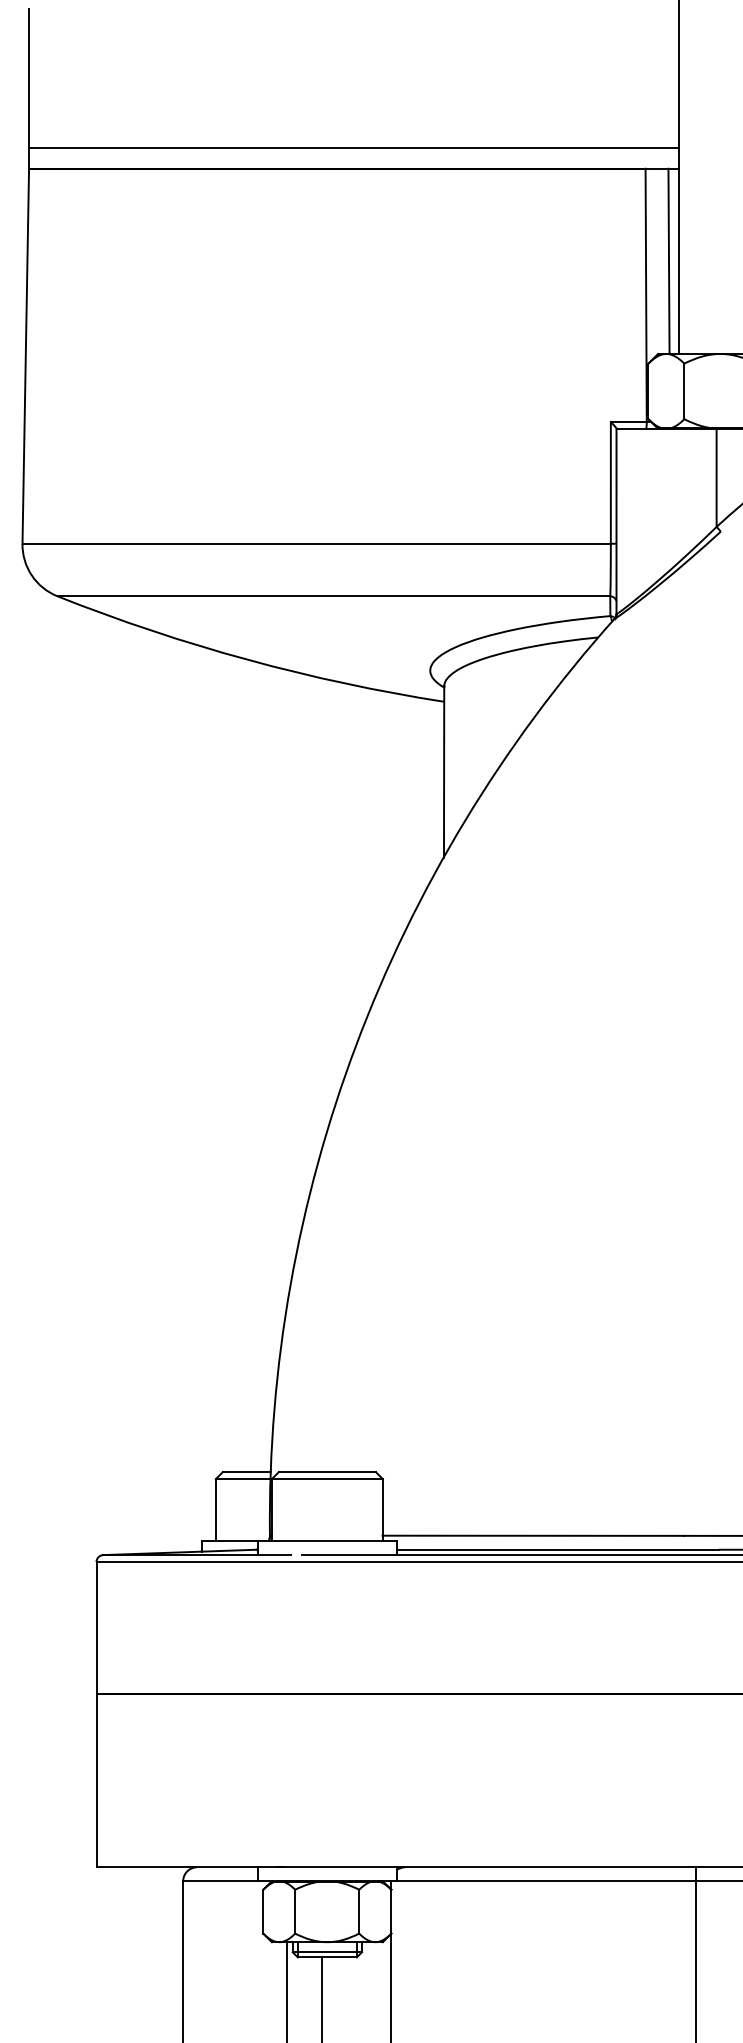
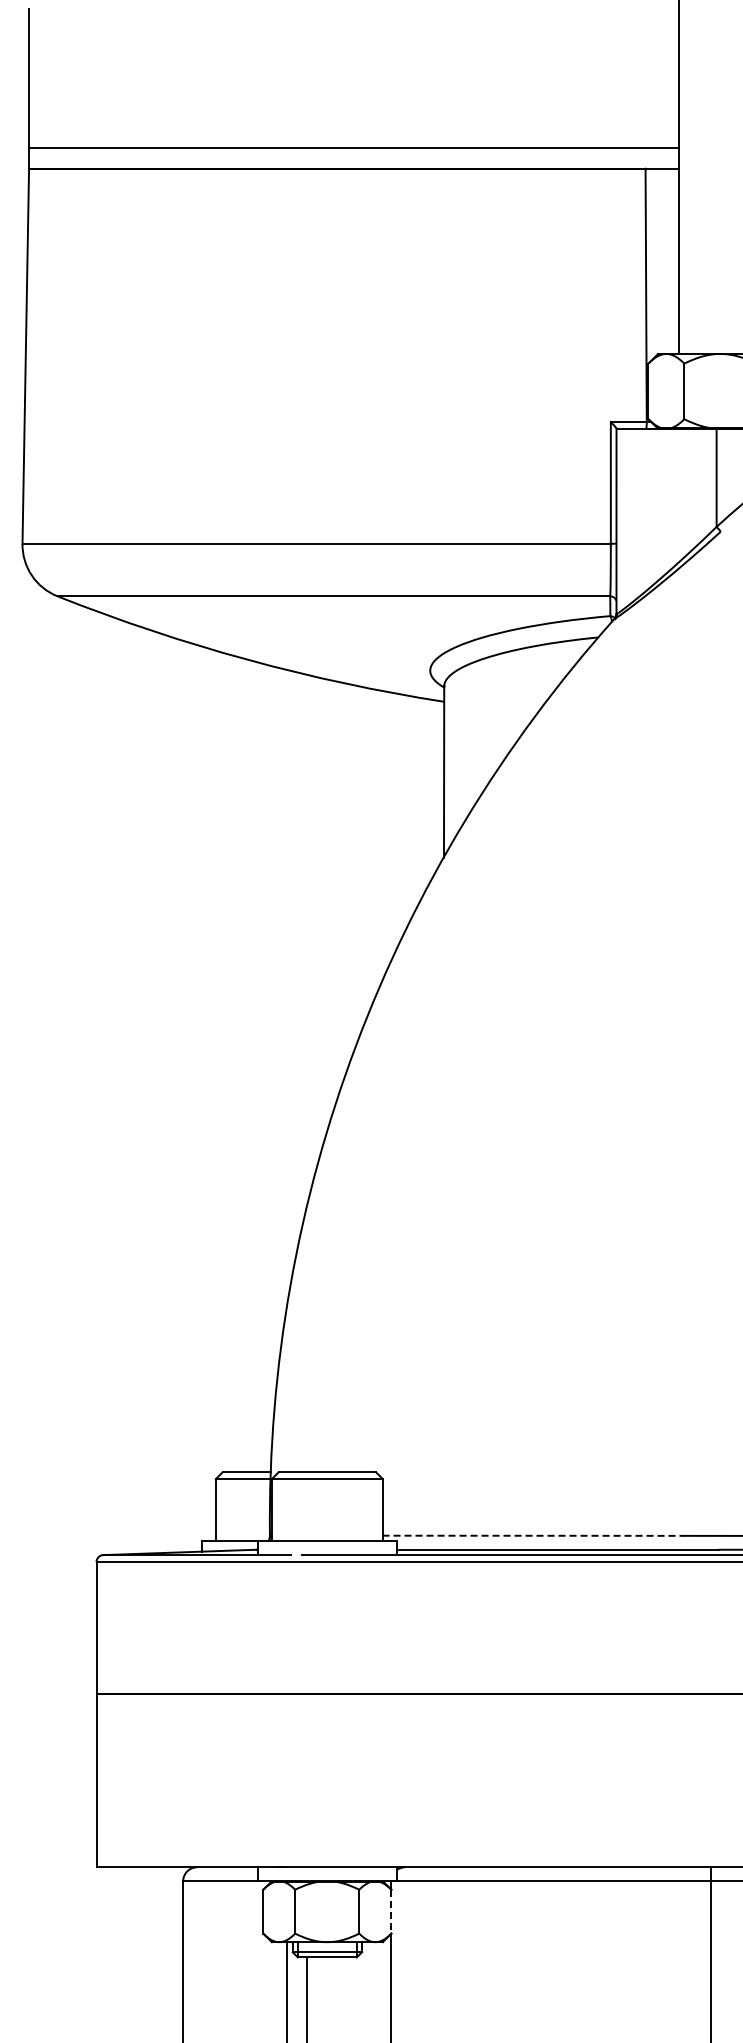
line at (668, 260): present -> none
line at (533, 1535): solid -> dashed
line at (391, 1911): solid -> dashed
line at (696, 1953) position: (696, 1953) -> (711, 1953)
line at (322, 1998) position: (322, 1998) -> (307, 1998)
